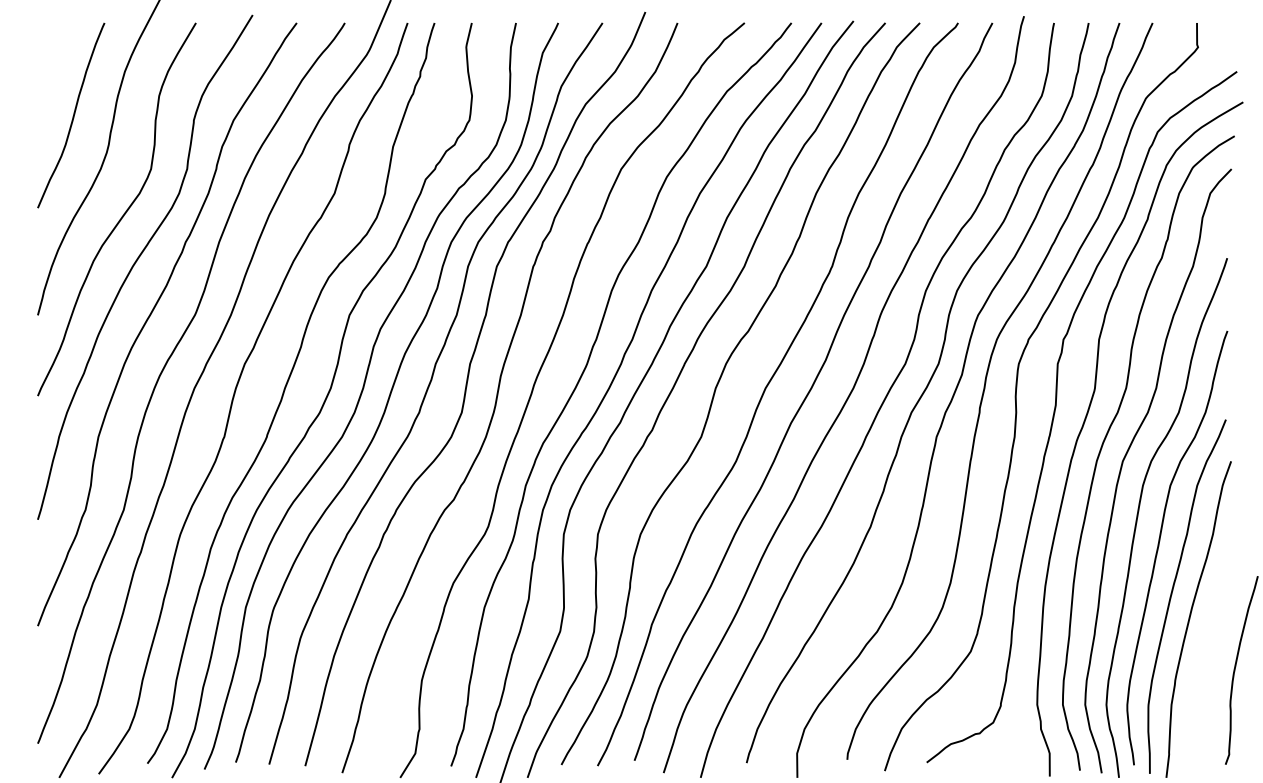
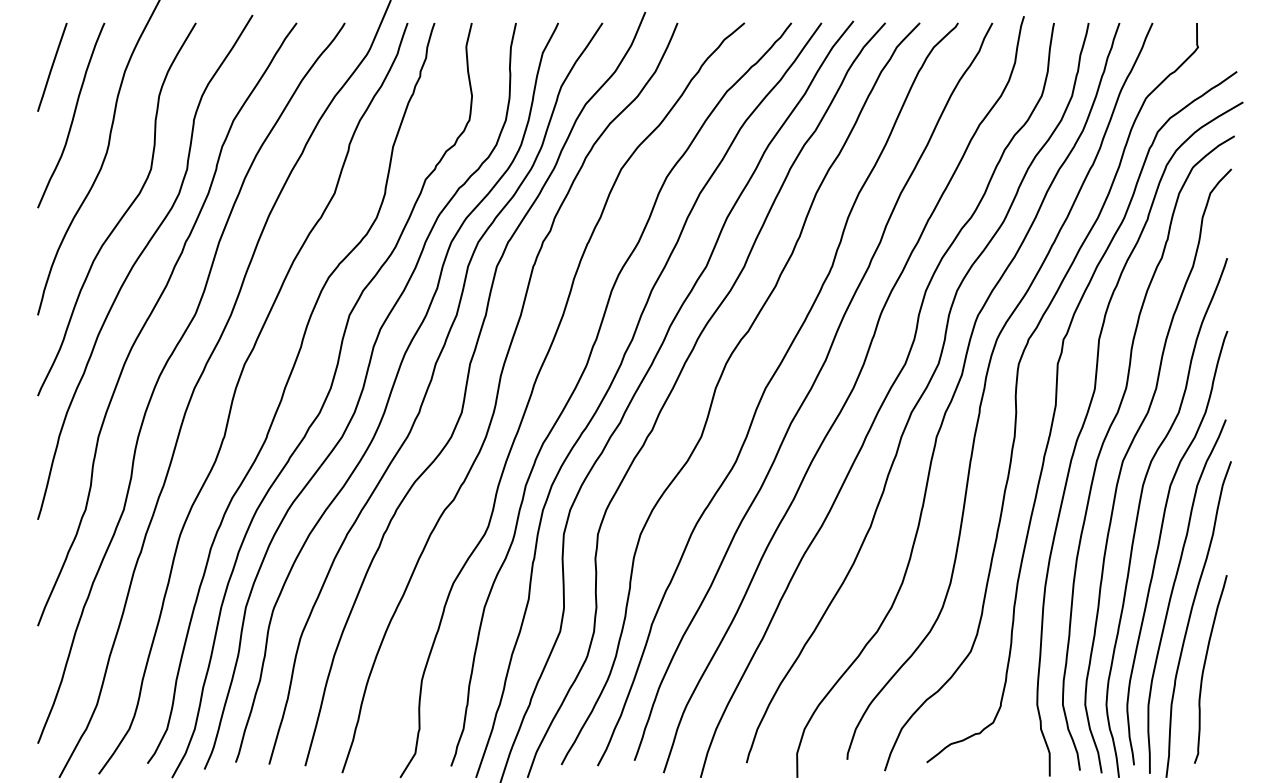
line at (52, 66): none -> present
curve at (1235, 670) position: (1235, 670) -> (1204, 669)
